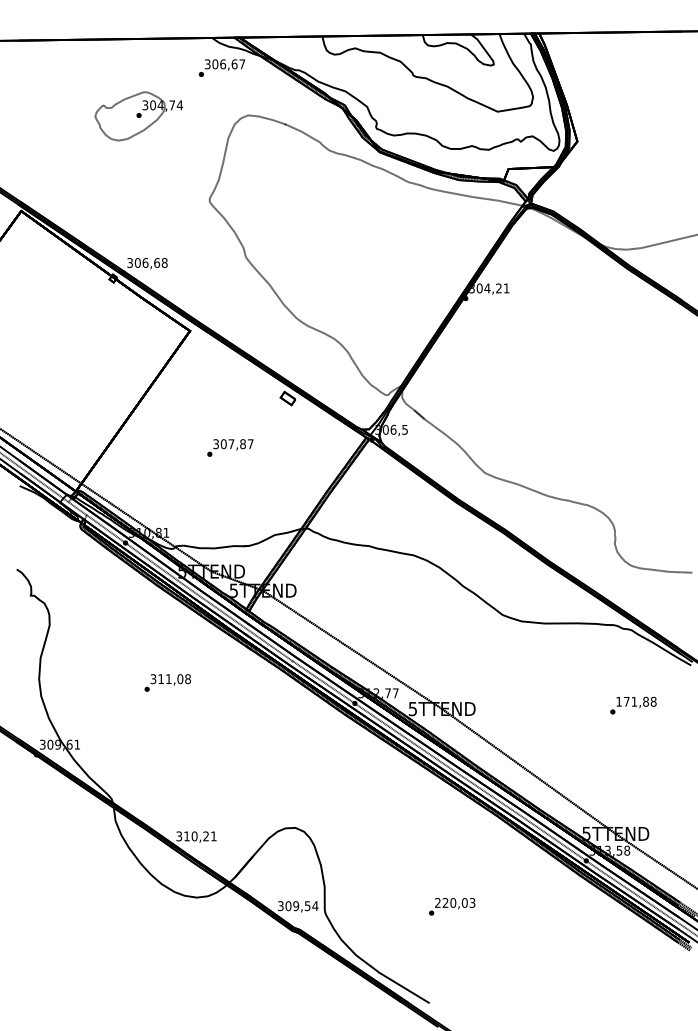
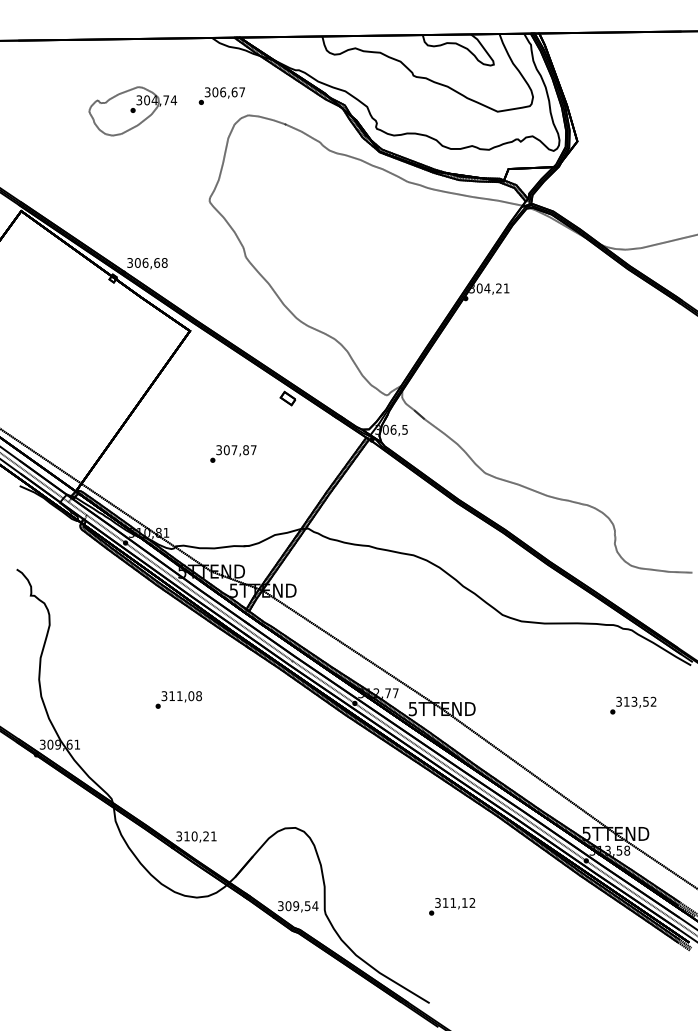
text at (221, 67) position: (221, 67) -> (221, 95)
part at (138, 116) position: (138, 116) -> (132, 111)
text at (230, 447) position: (230, 447) -> (233, 453)
text at (167, 682) position: (167, 682) -> (178, 699)
text at (636, 701): 171,88 -> 313,52
text at (455, 902): 220,03 -> 311,12
